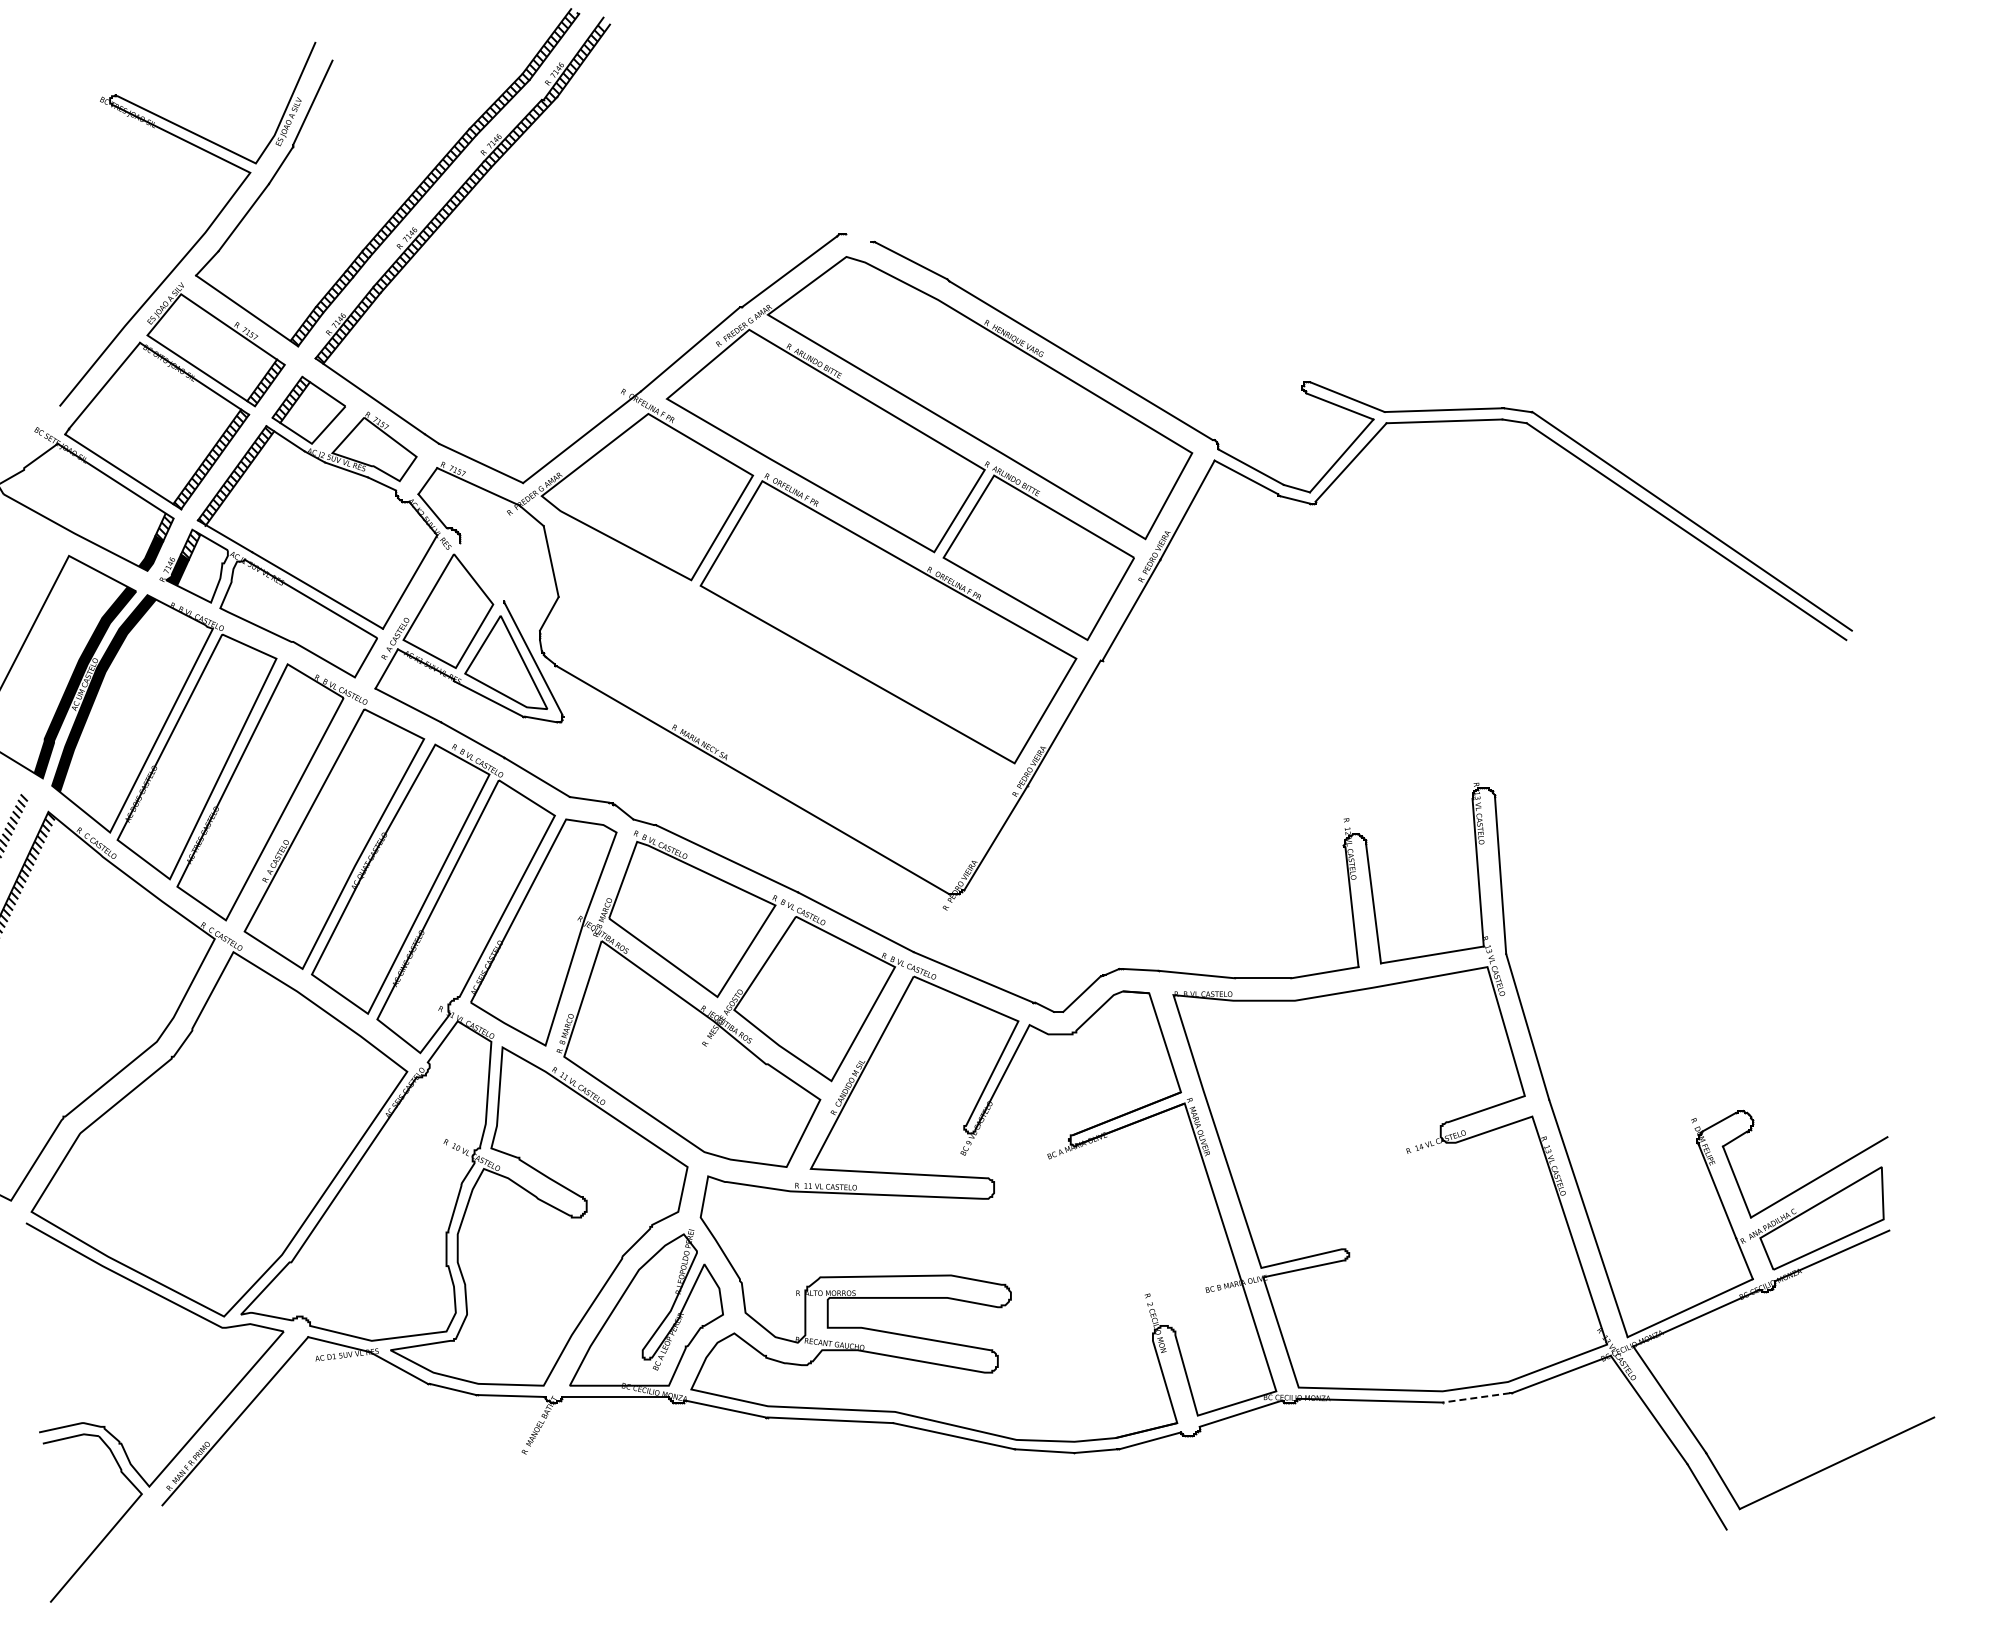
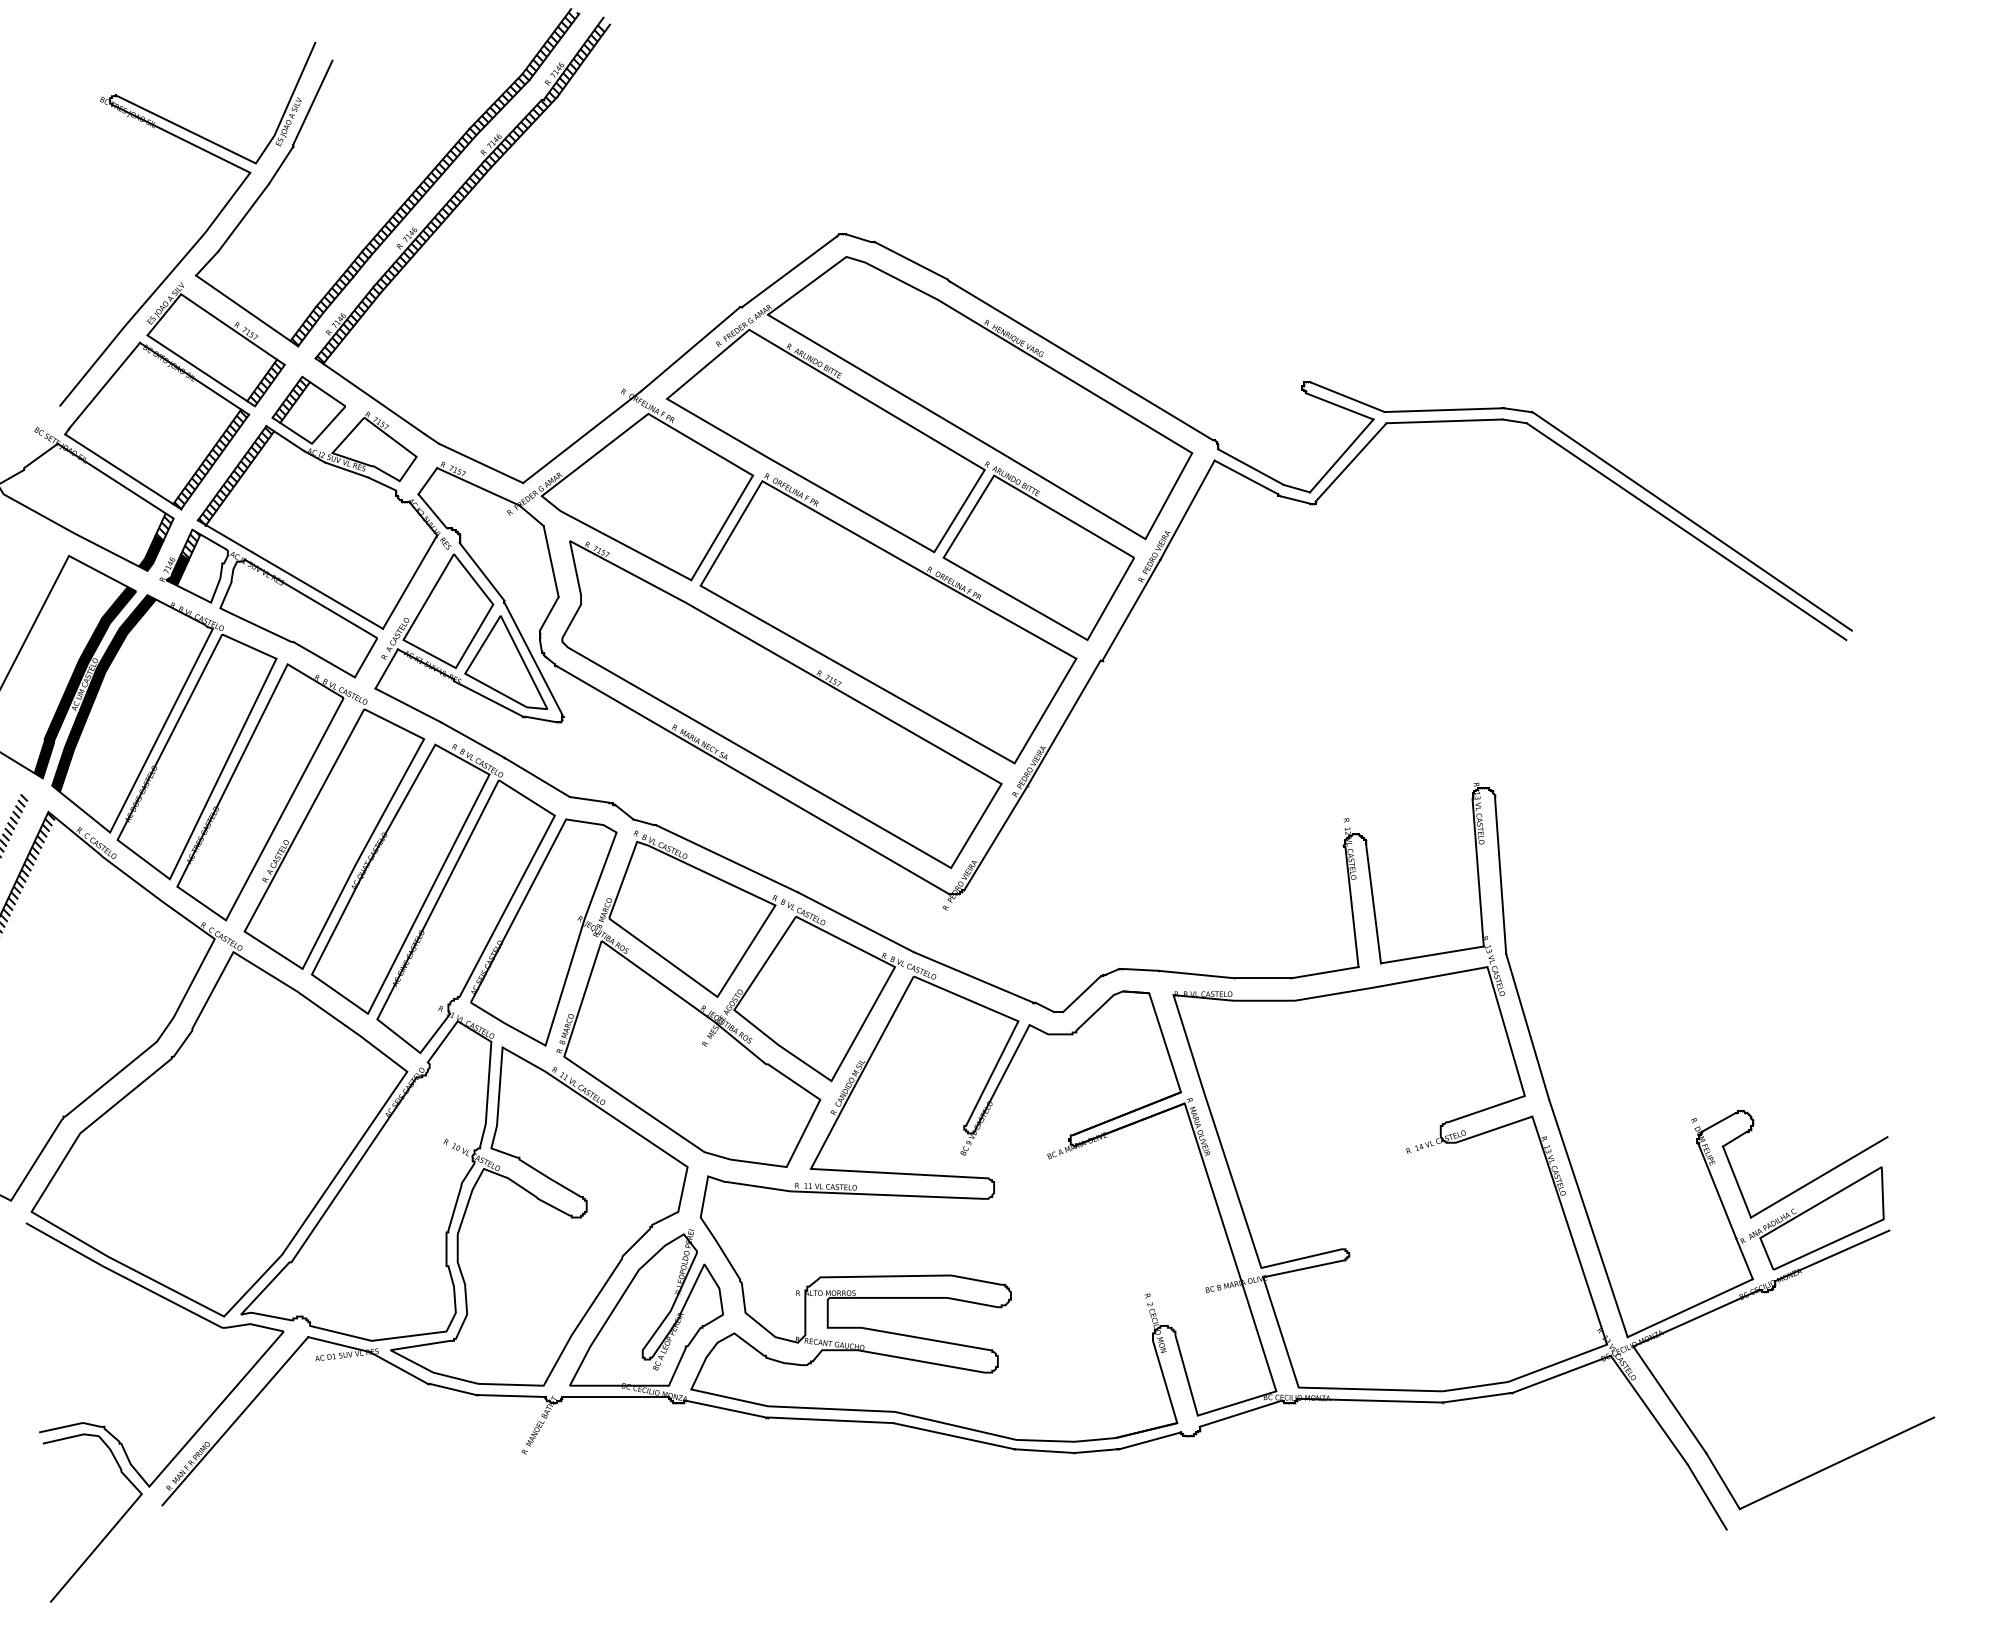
line at (858, 237): none -> present
line at (481, 571): none -> present
part at (781, 704): none -> present
line at (1476, 1397): dashed -> solid
